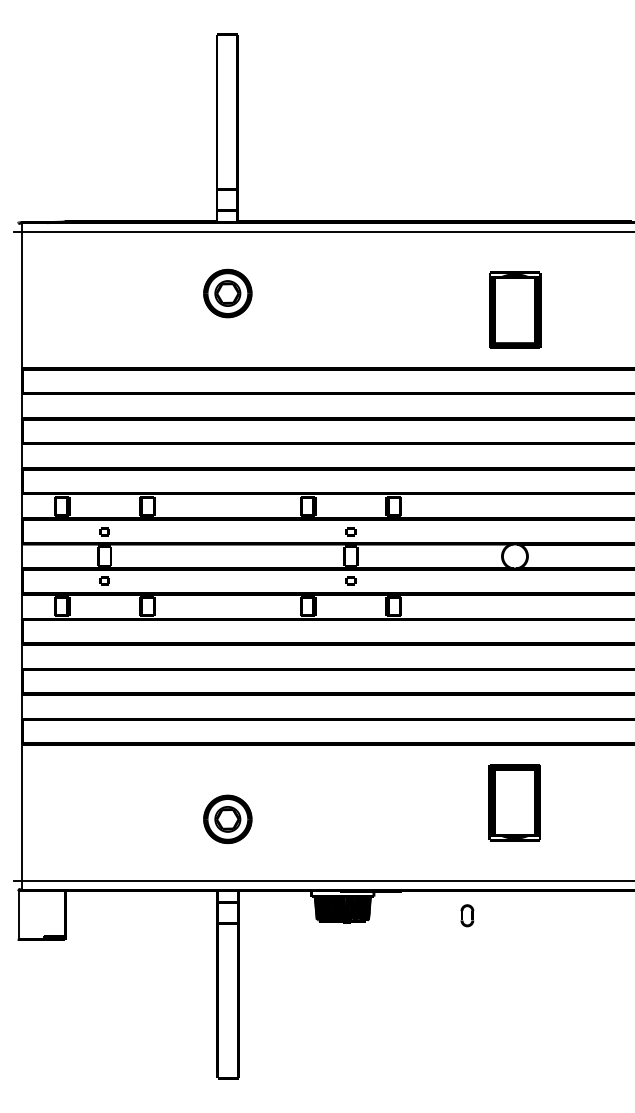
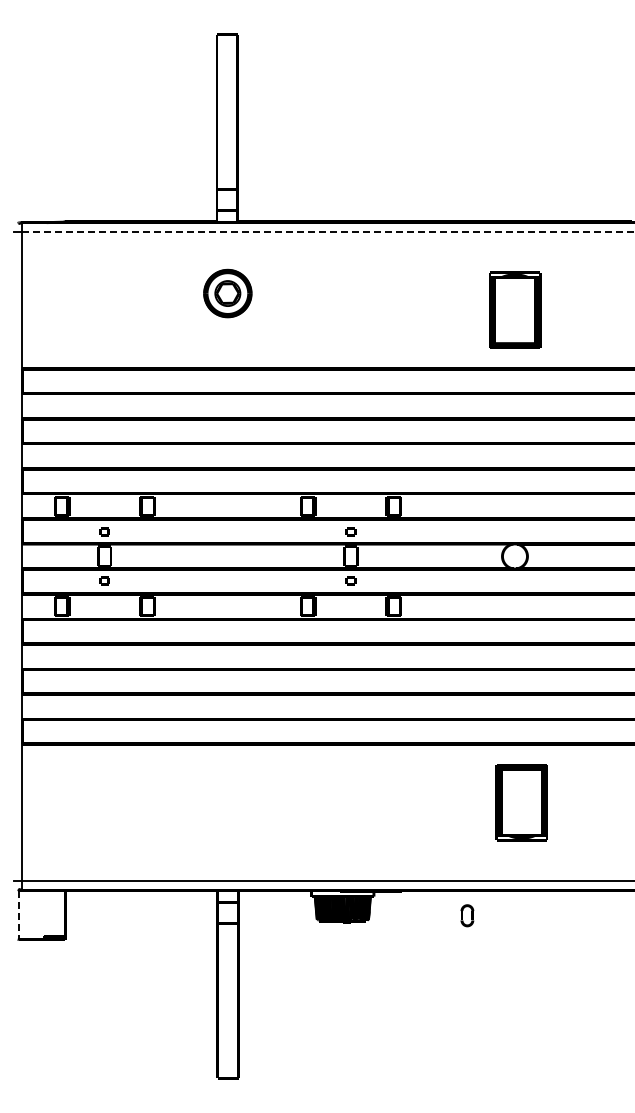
line at (328, 231): solid -> dashed
part at (514, 802) position: (514, 802) -> (521, 802)
part at (227, 819): present -> none
line at (19, 915): solid -> dashed
